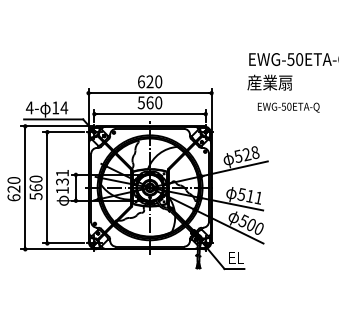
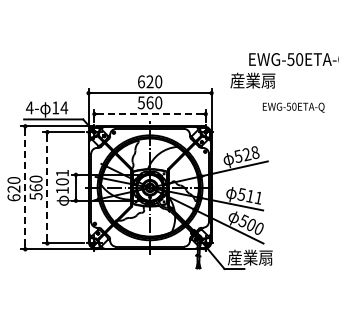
text at (269, 82) position: (269, 82) -> (252, 80)
text at (288, 107) position: (288, 107) -> (293, 107)
line at (150, 114): solid -> dashed
text at (62, 181): 131 -> 101
line at (25, 188): solid -> dashed
line at (47, 188): solid -> dashed
text at (249, 257): EL -> 産業扇
